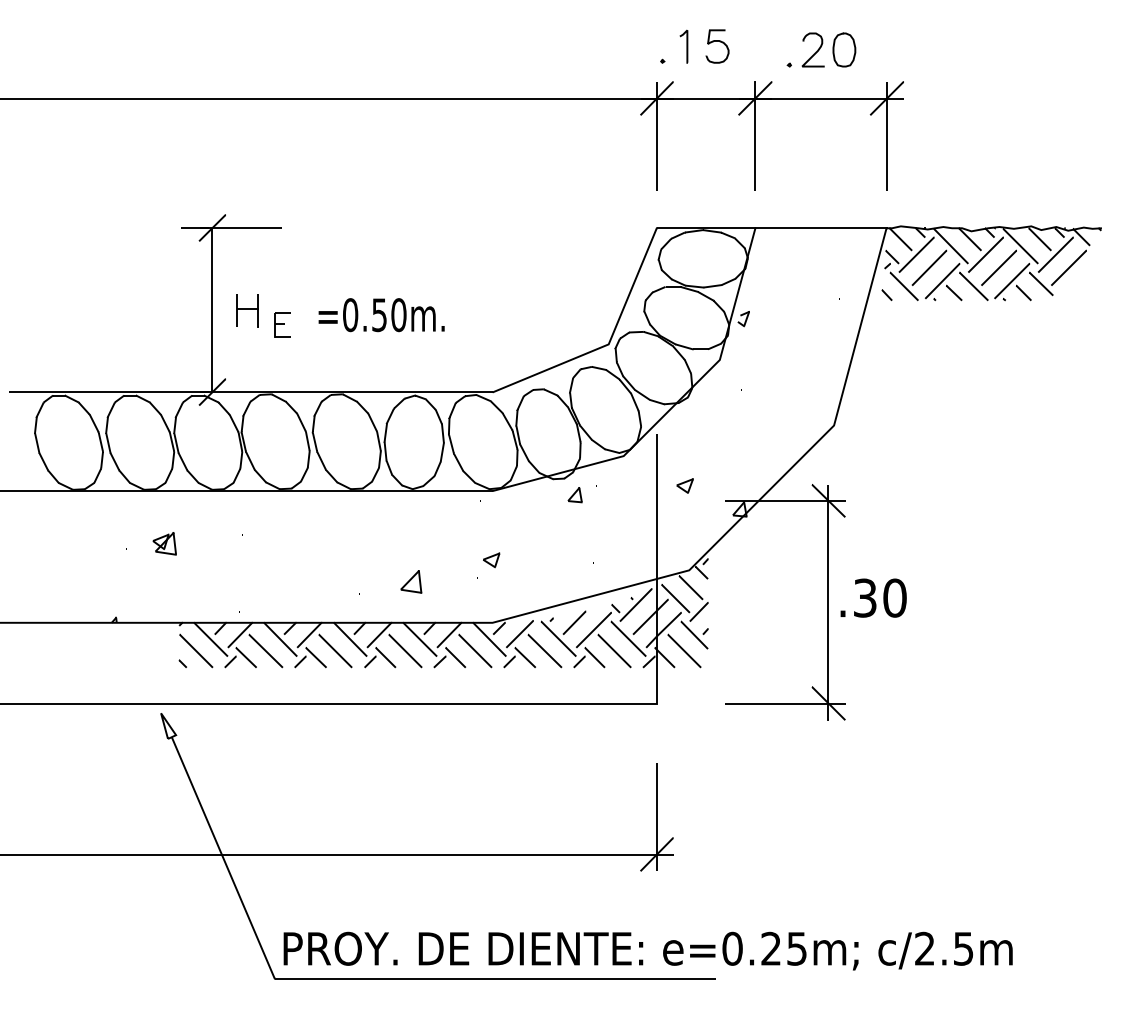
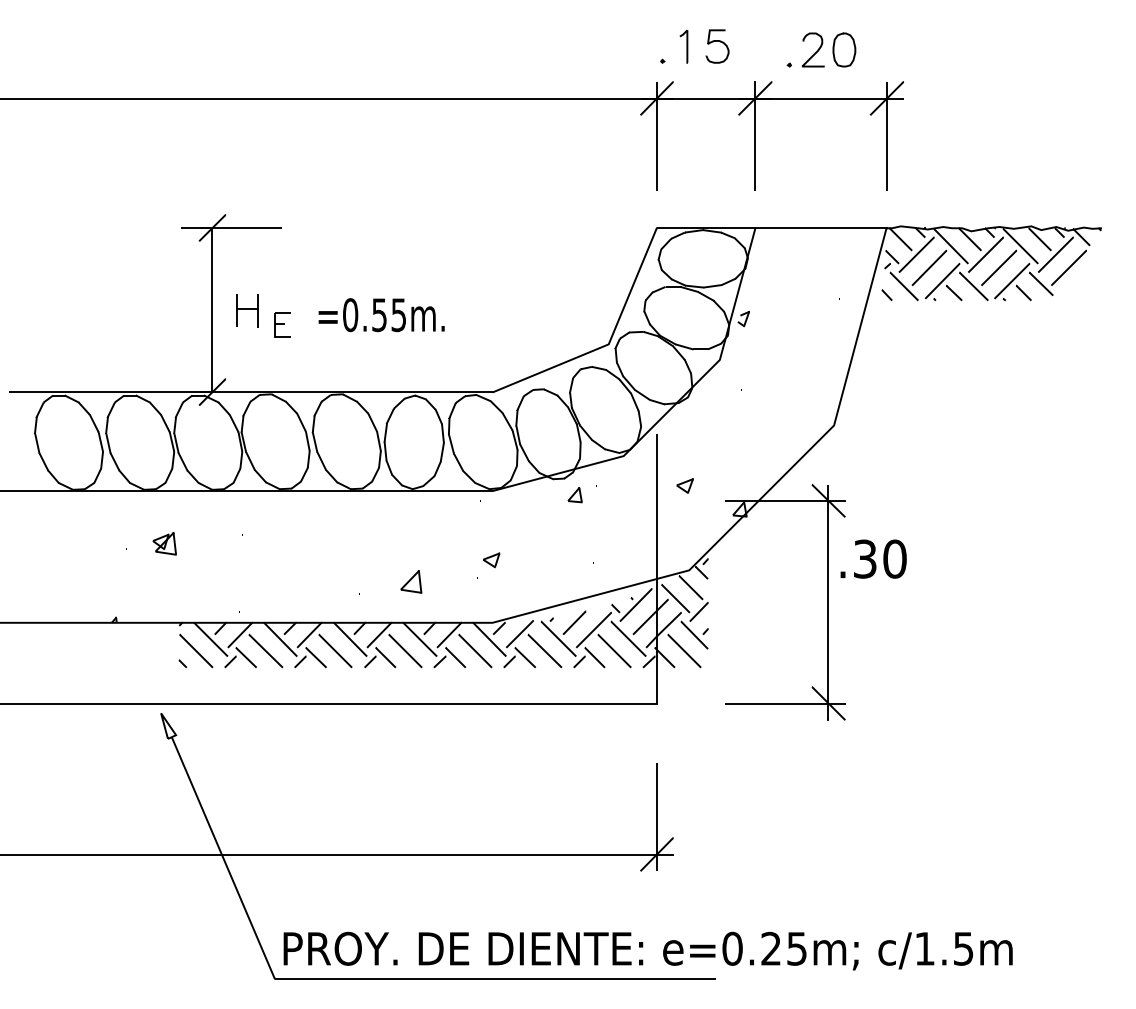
text at (398, 315): =0.50m. -> =0.55m.
text at (873, 597) position: (873, 597) -> (873, 558)
text at (924, 948): c/2.5m -> c/1.5m
